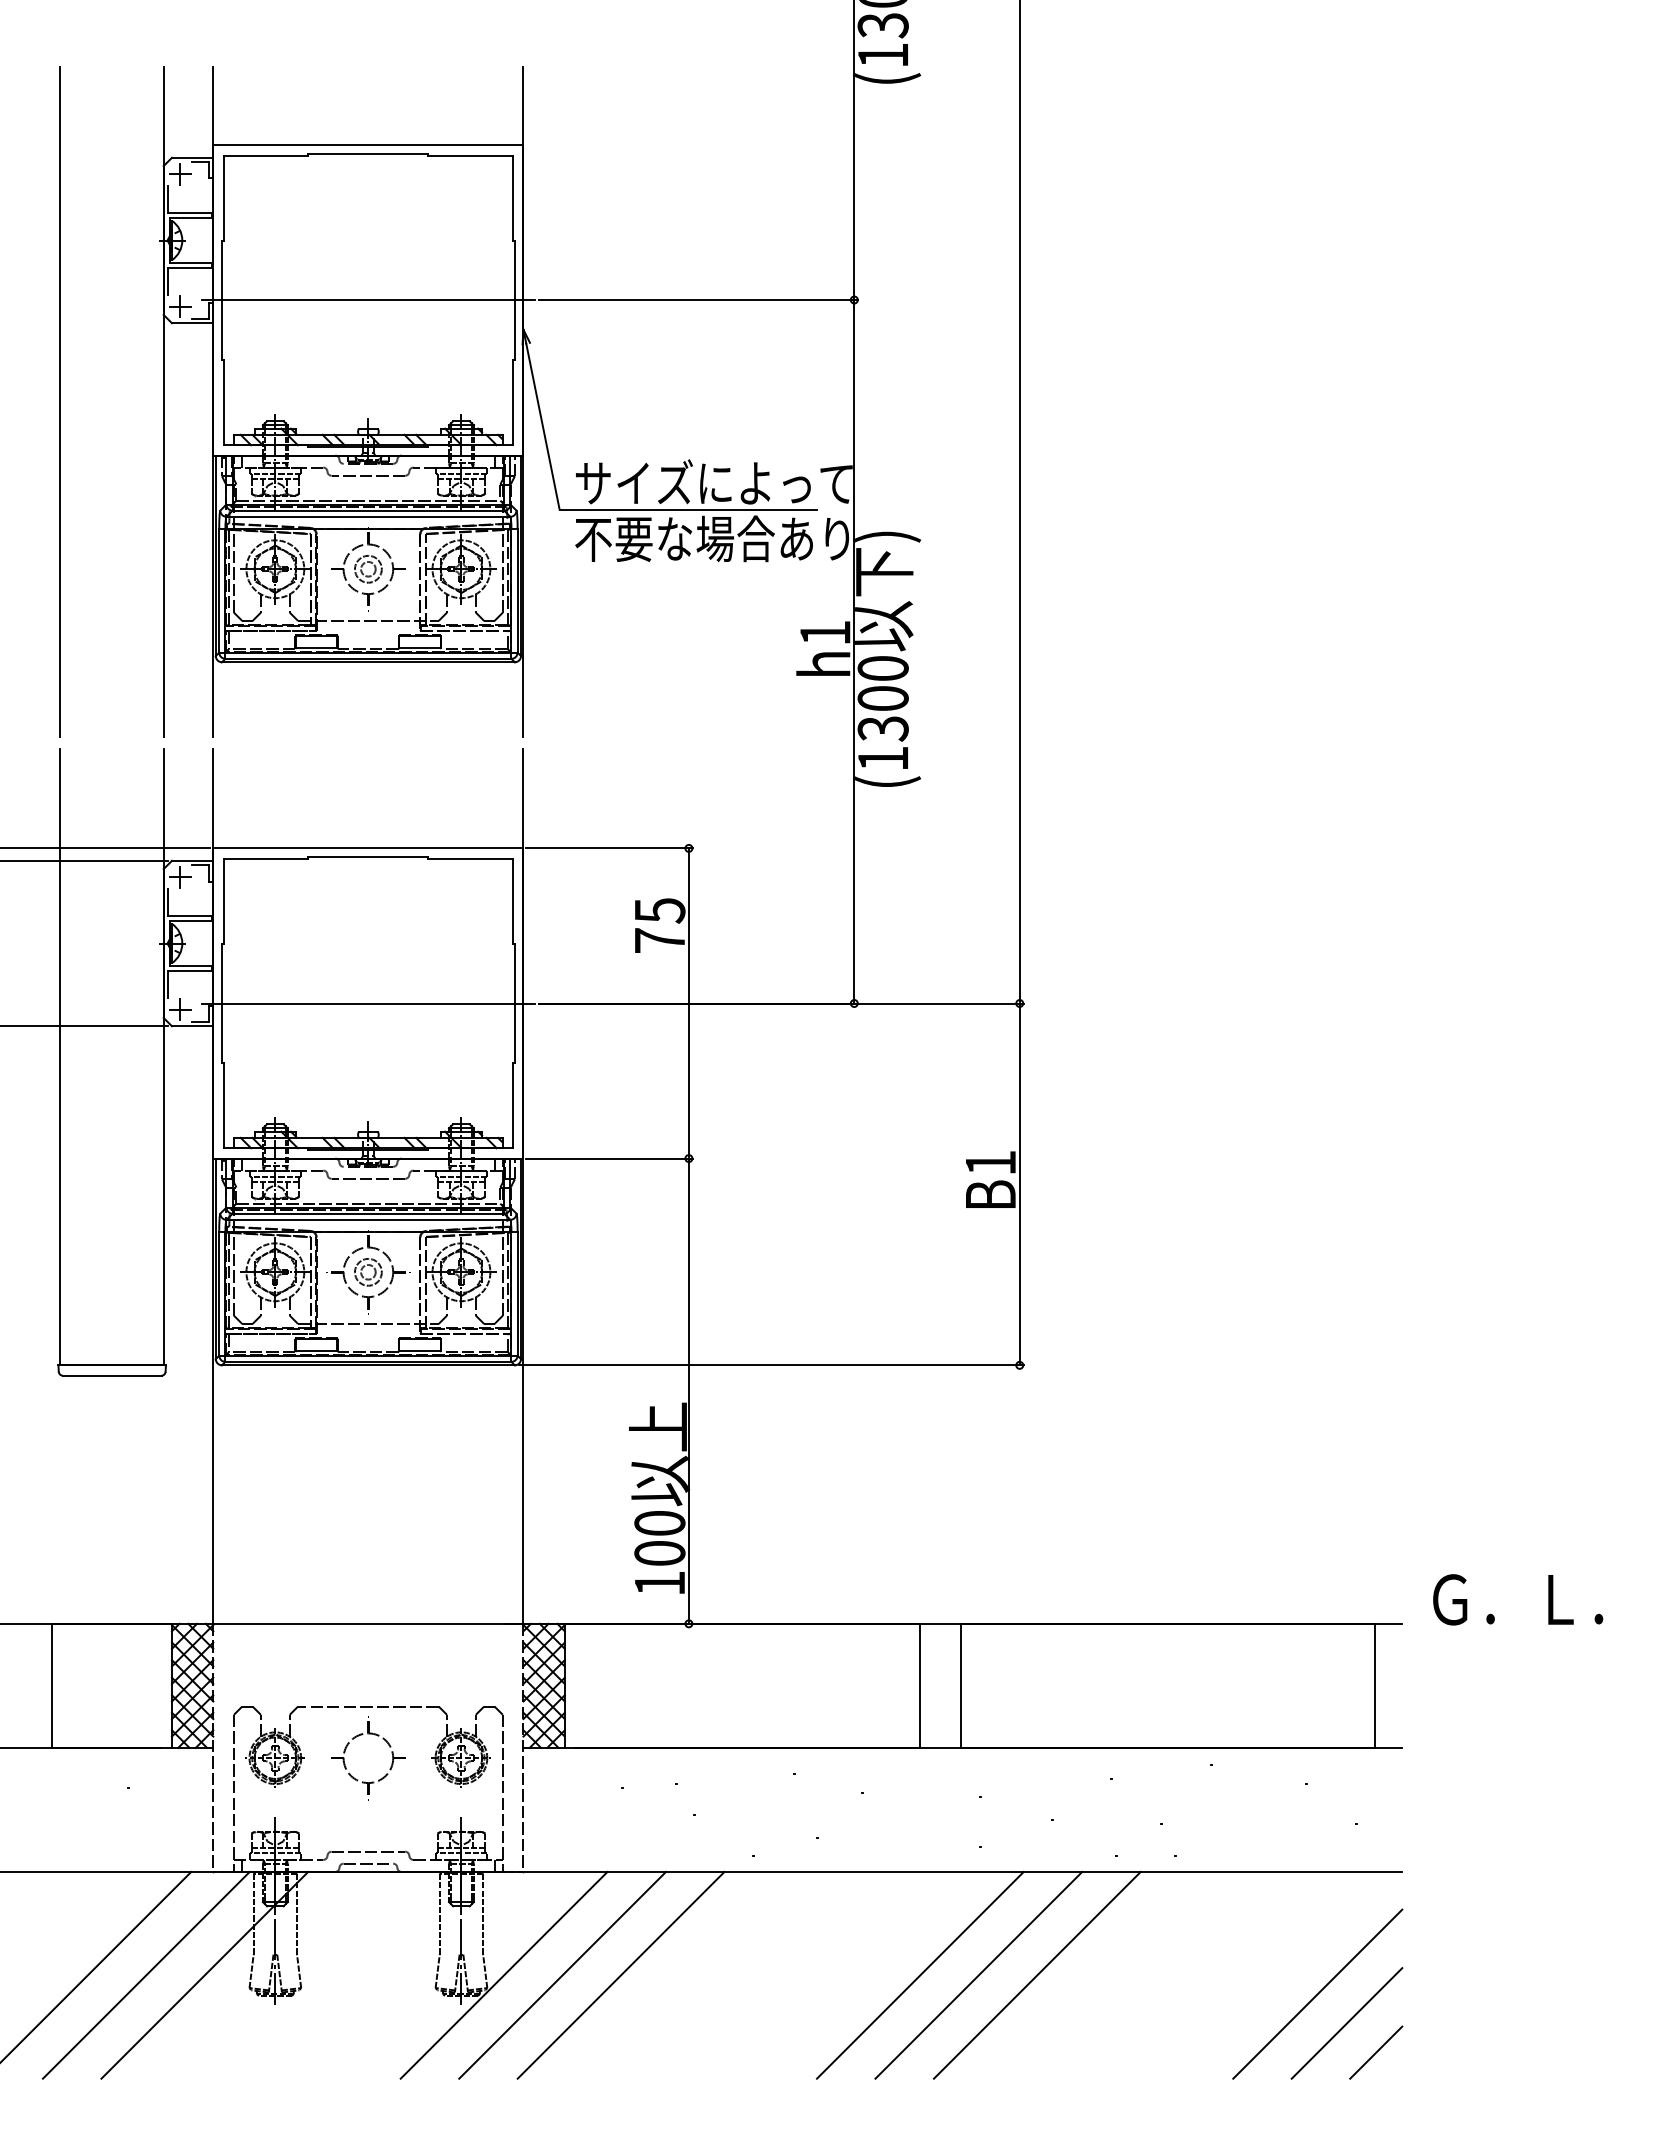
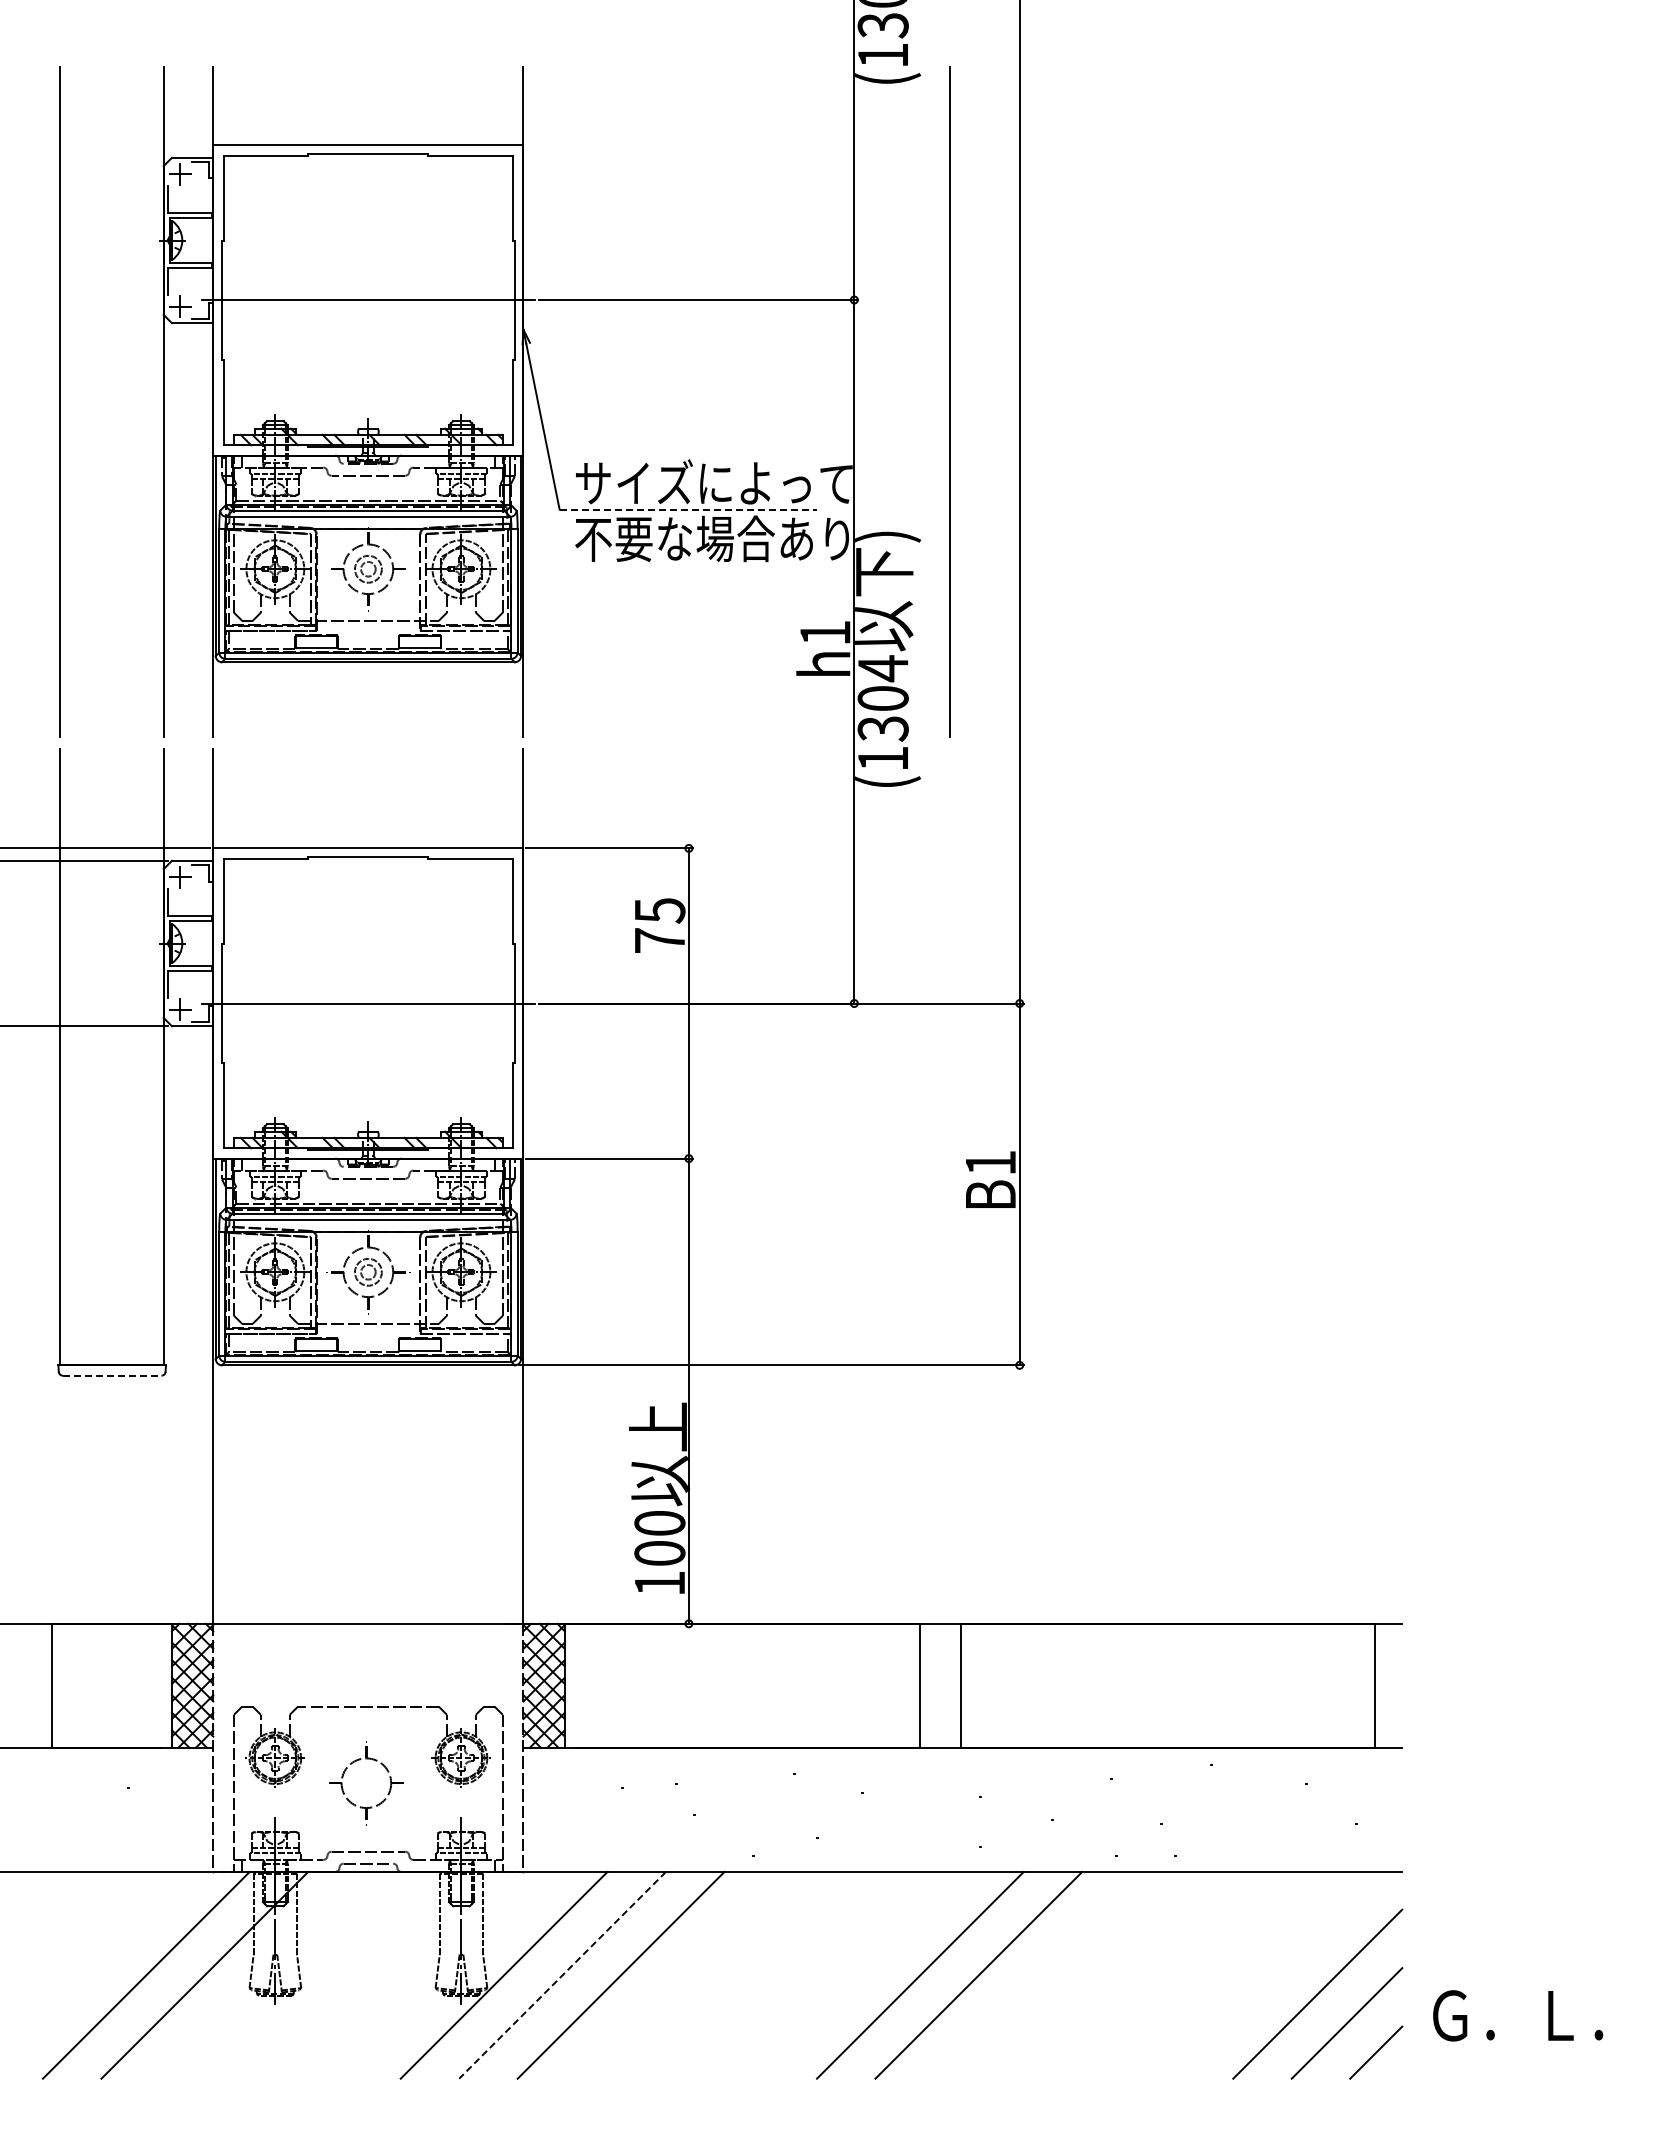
line at (949, 401): none -> present
line at (688, 509): solid -> dashed
text at (882, 668): (1300 -> (1304
line at (112, 1375): solid -> dashed
text at (1518, 1599) position: (1518, 1599) -> (1518, 2015)
part at (365, 1781) position: (365, 1781) -> (363, 1806)
line at (96, 1966): present -> none
line at (1036, 1974): present -> none
line at (562, 1975): solid -> dashed
